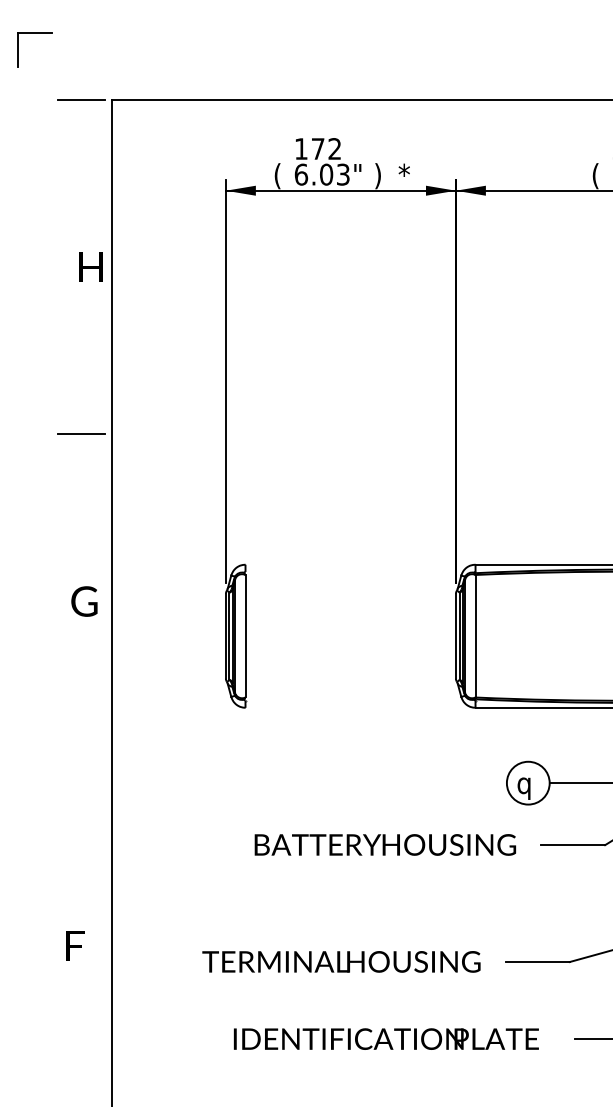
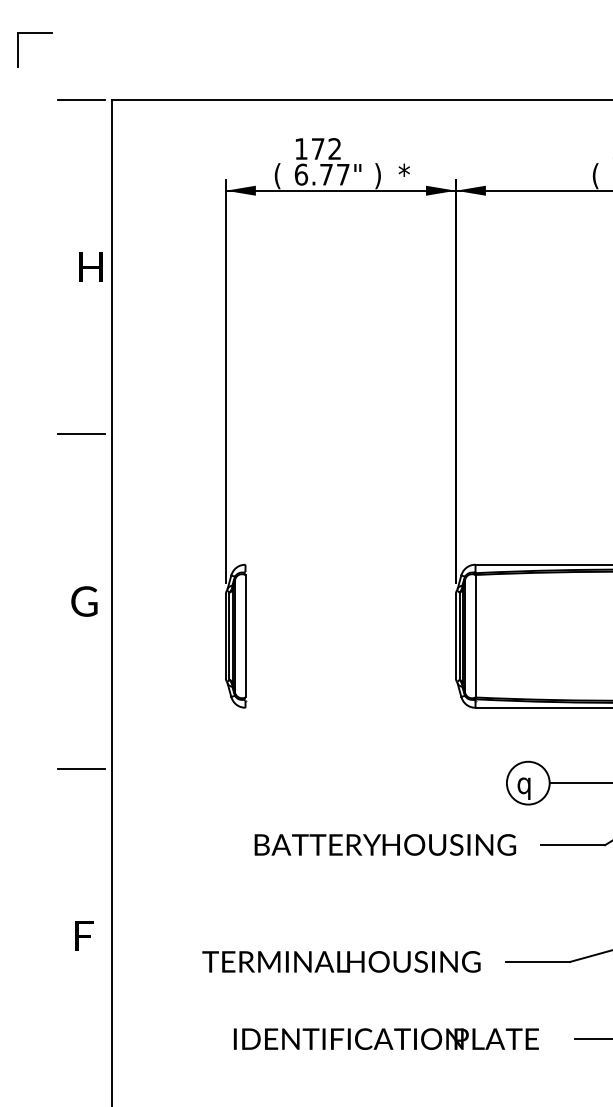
text at (334, 174): 6.03" -> 6.77"
line at (81, 768): none -> present
text at (75, 945) position: (75, 945) -> (84, 935)
